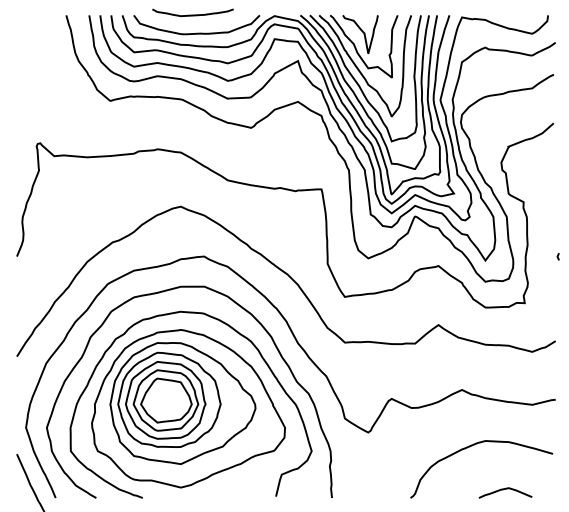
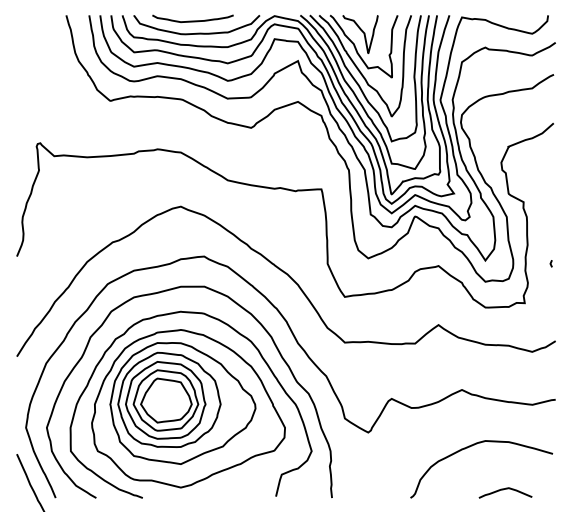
curve at (192, 14) position: (192, 14) -> (192, 20)
line at (557, 256) position: (557, 256) -> (550, 263)
